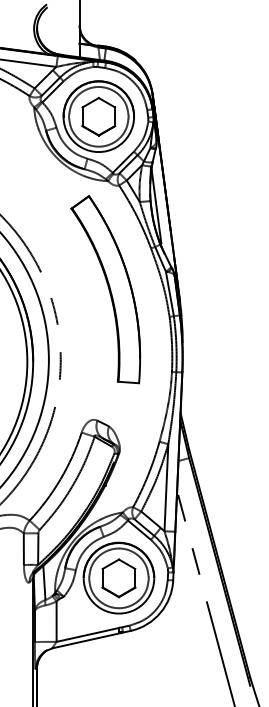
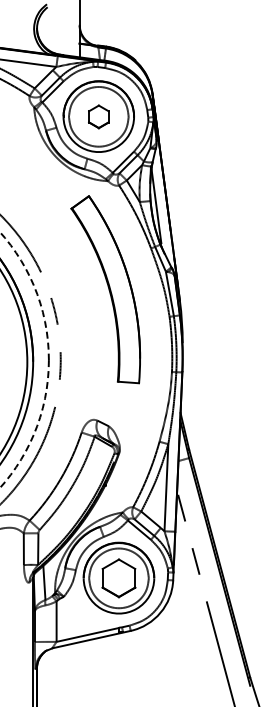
part at (98, 116) size: 36x40 px -> 22x26 px
circle at (24, 359): solid -> dashed
